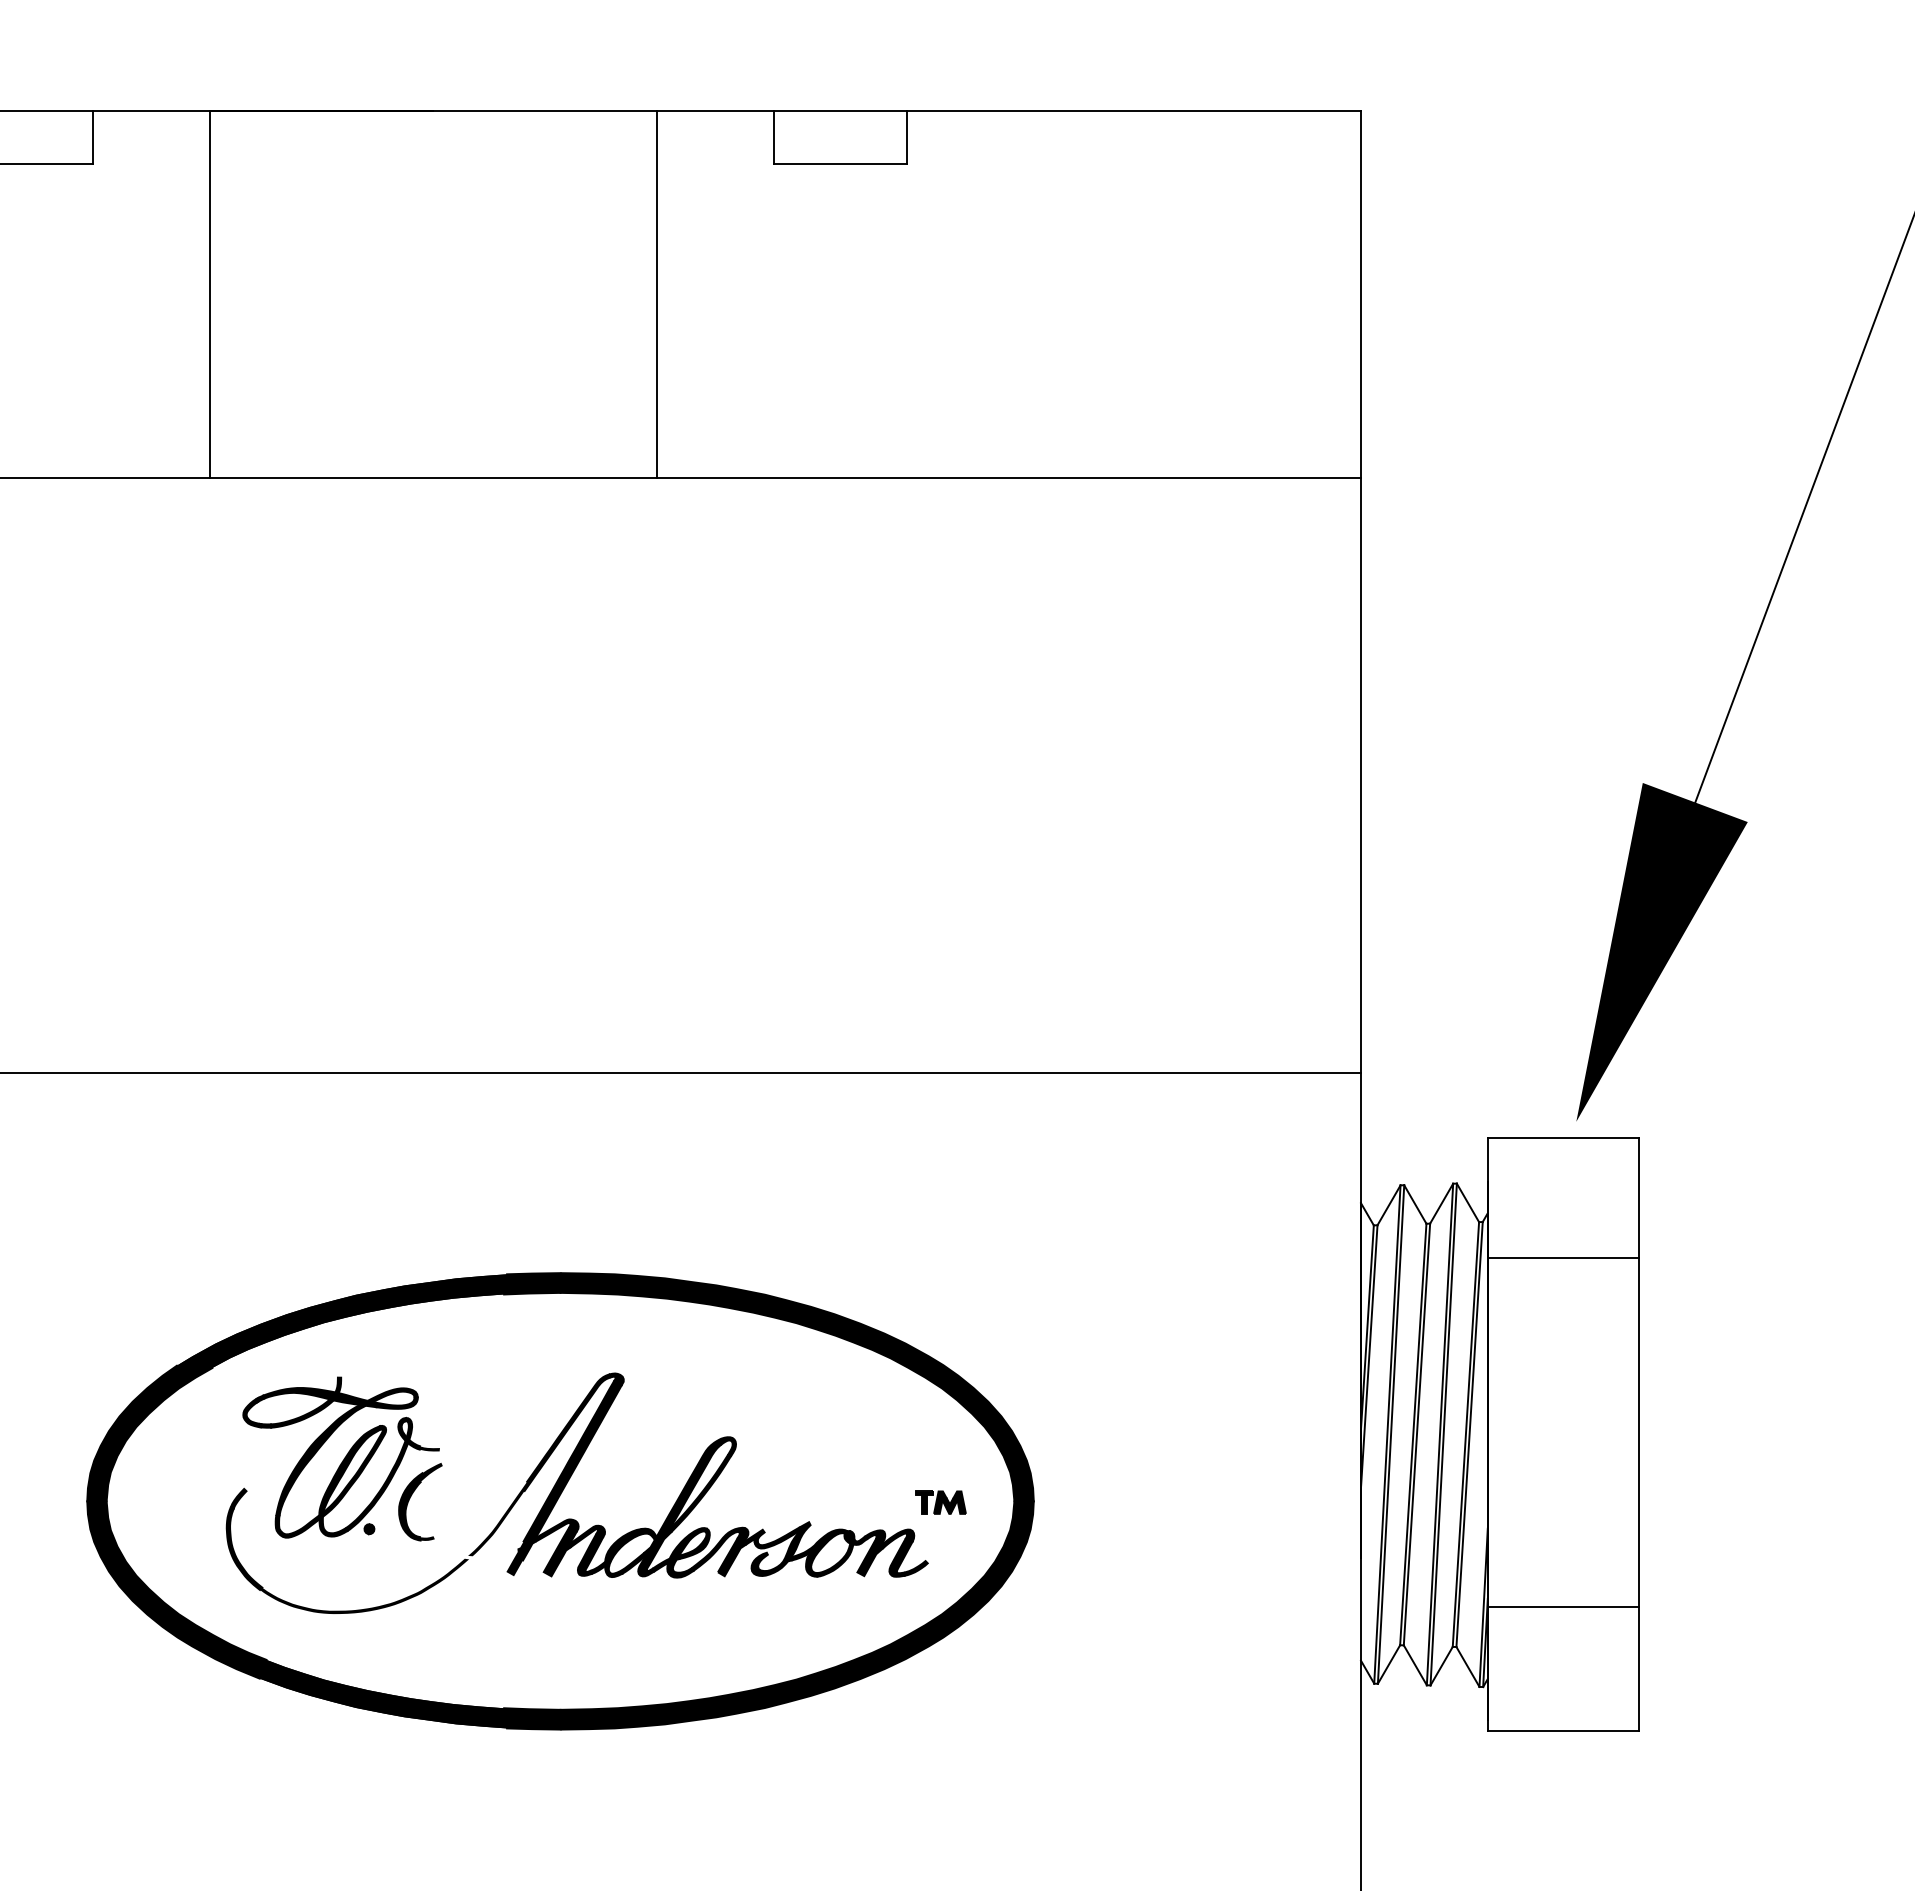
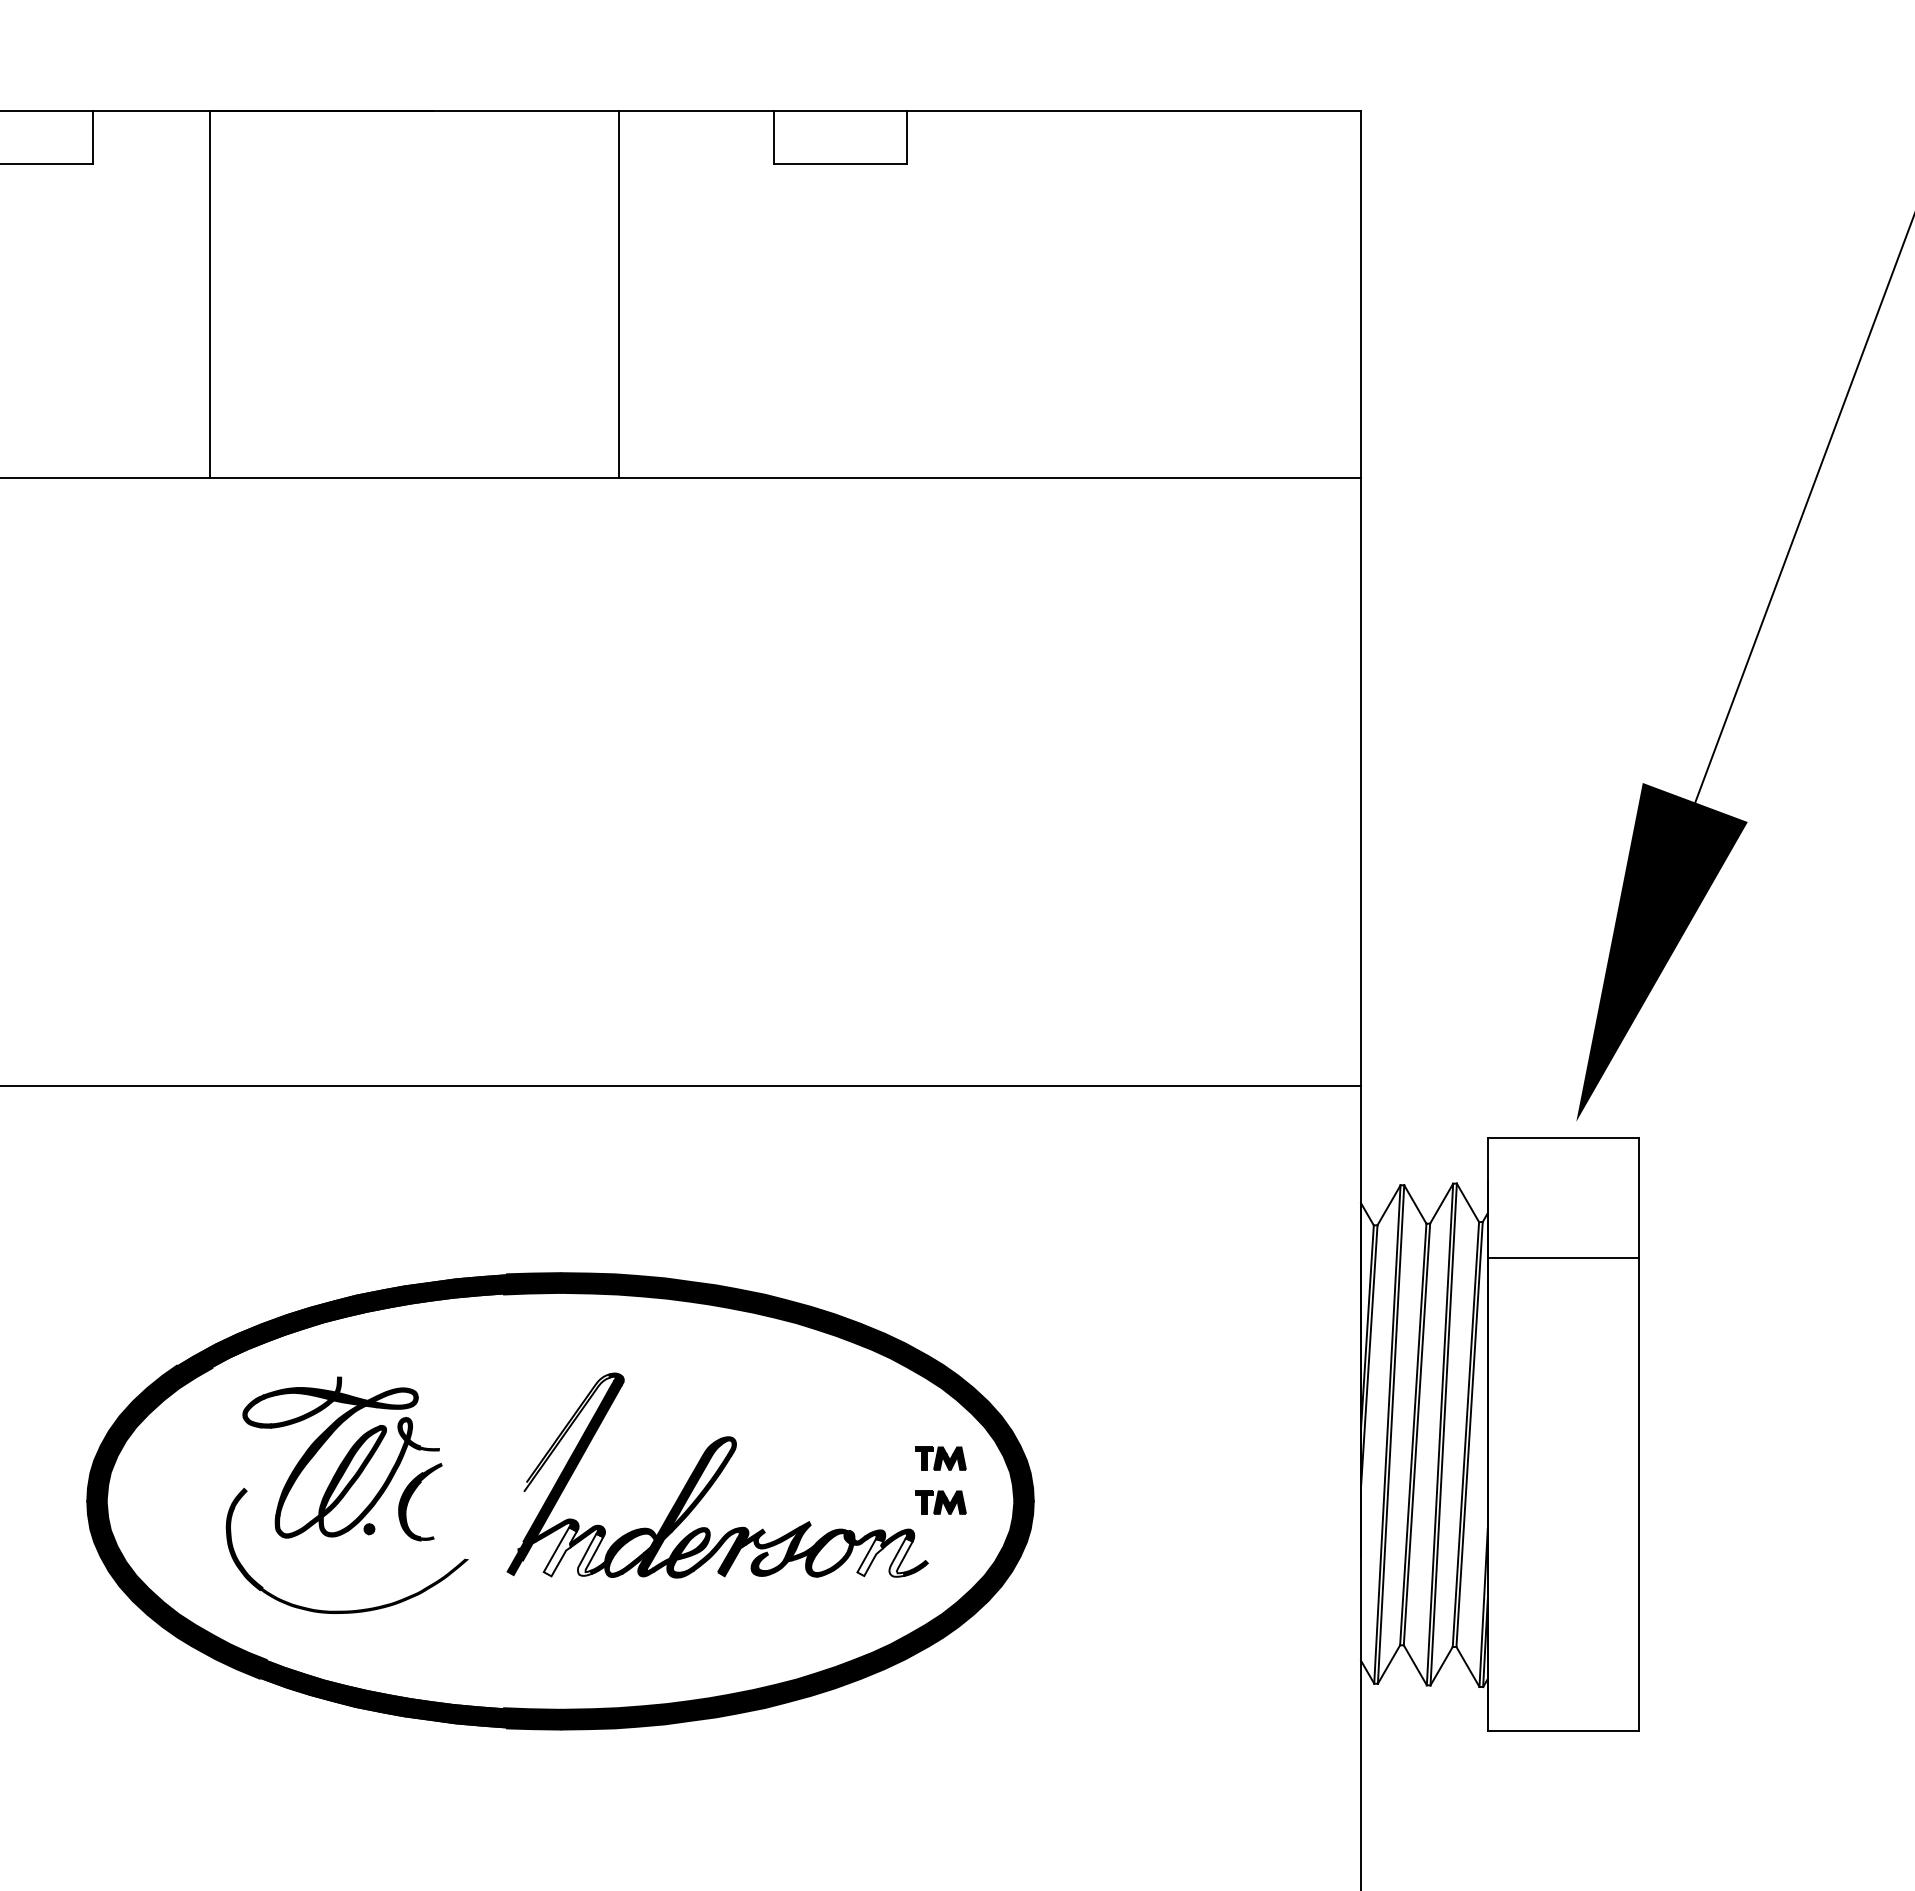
line at (657, 294) position: (657, 294) -> (619, 294)
line at (681, 1073) position: (681, 1073) -> (681, 1086)
part at (940, 1458): none -> present
fill at (539, 1465): present -> none
fill at (559, 1551): present -> none
fill at (590, 1554): present -> none
fill at (870, 1557): present -> none
fill at (900, 1557): present -> none
line at (1562, 1606): present -> none
